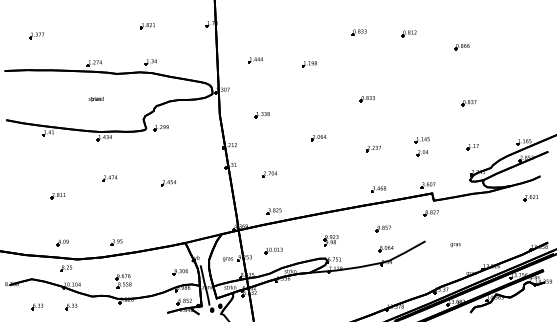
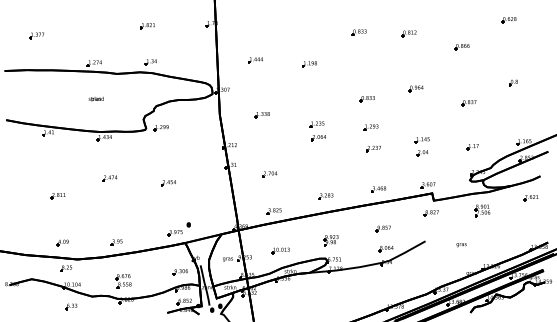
part at (508, 20): none -> present
part at (513, 82): none -> present
part at (415, 88): none -> present
part at (316, 124): none -> present
part at (370, 127): none -> present
part at (325, 196): none -> present
part at (482, 210): none -> present
part at (178, 229): none -> present
text at (455, 245) position: (455, 245) -> (461, 245)
part at (273, 250) position: (273, 250) -> (280, 250)
part at (37, 306): present -> none
